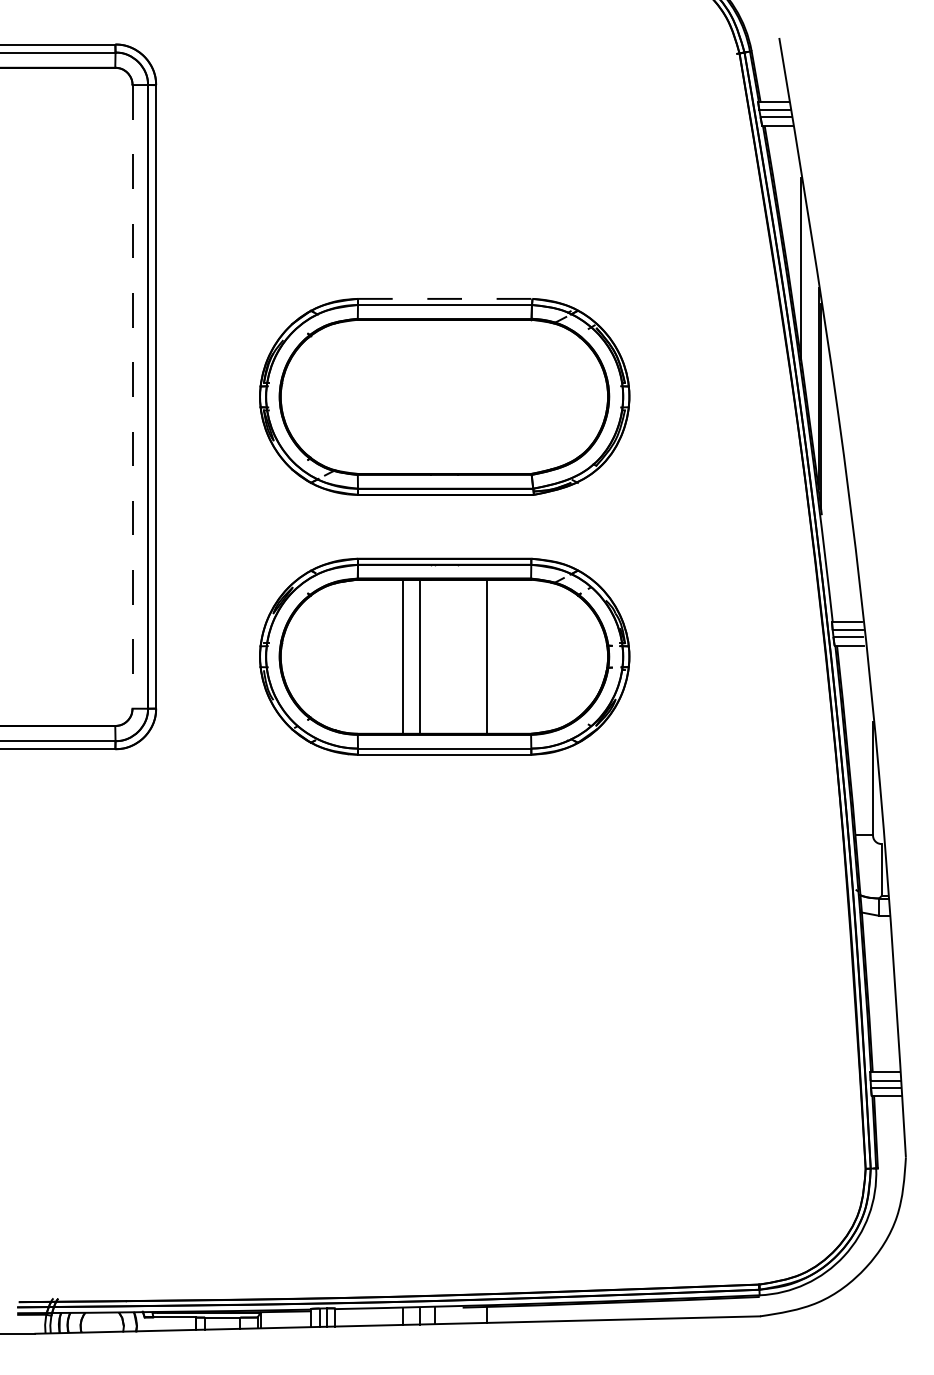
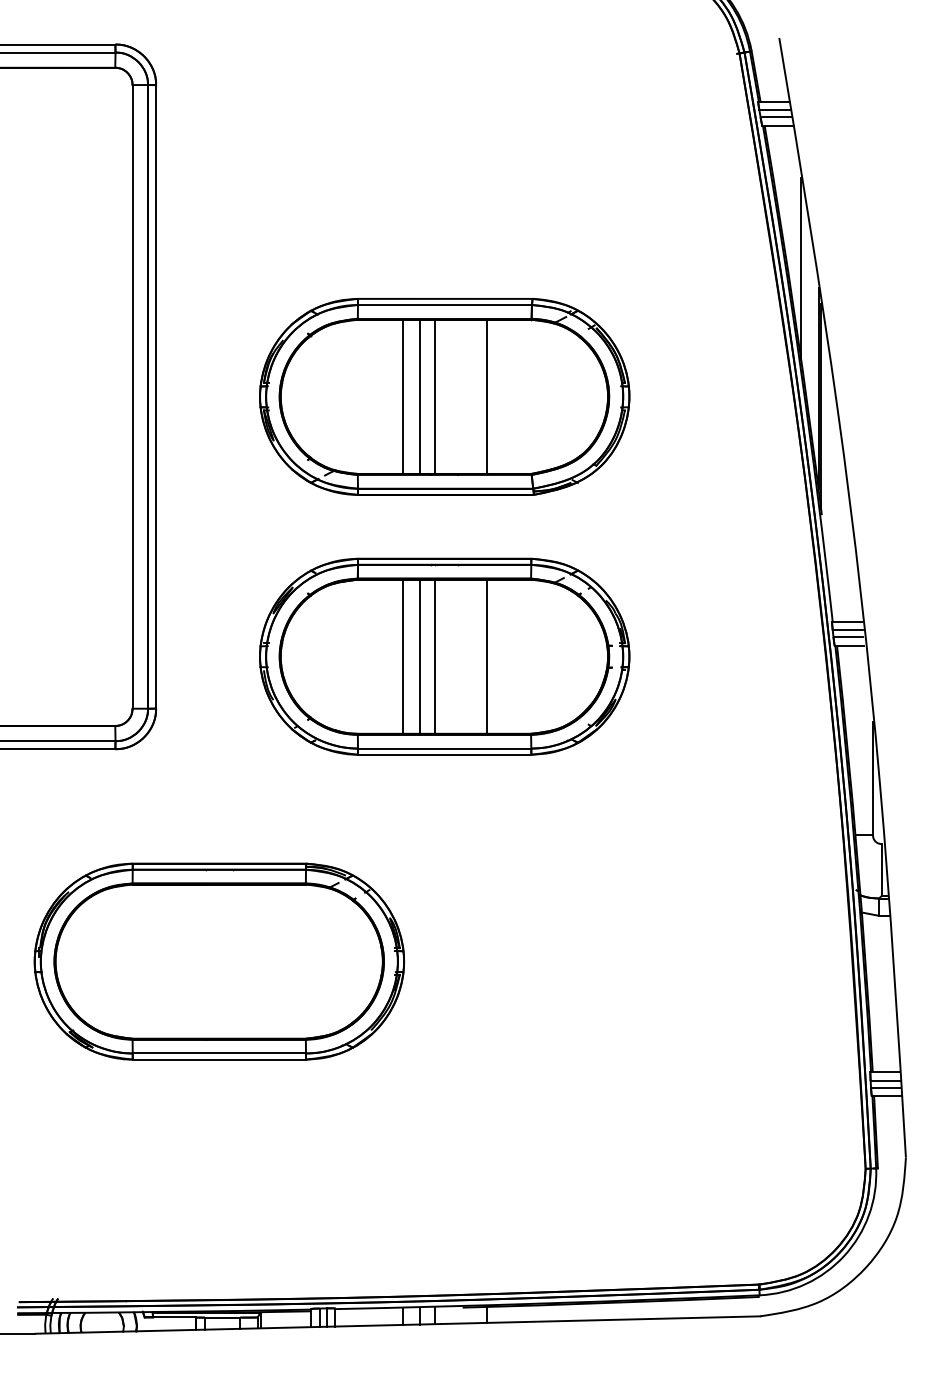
line at (445, 298): dashed -> solid
line at (132, 396): dashed -> solid
line at (403, 396): none -> present
line at (420, 396): none -> present
line at (435, 396): none -> present
line at (487, 396): none -> present
line at (435, 656): none -> present
part at (219, 961): none -> present
